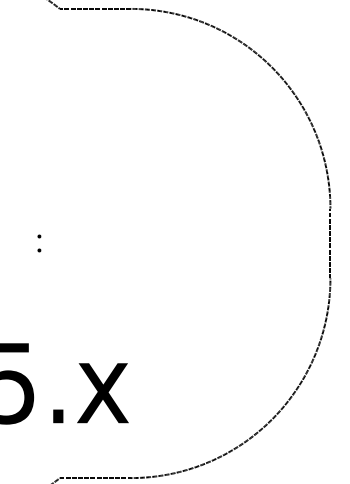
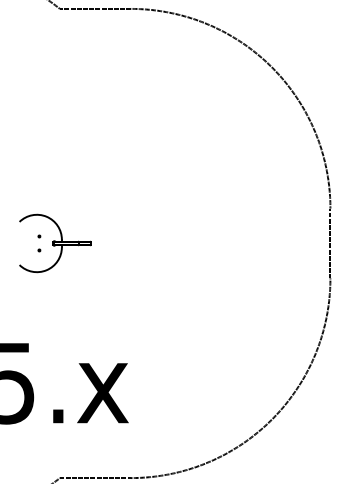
part at (55, 243): none -> present
